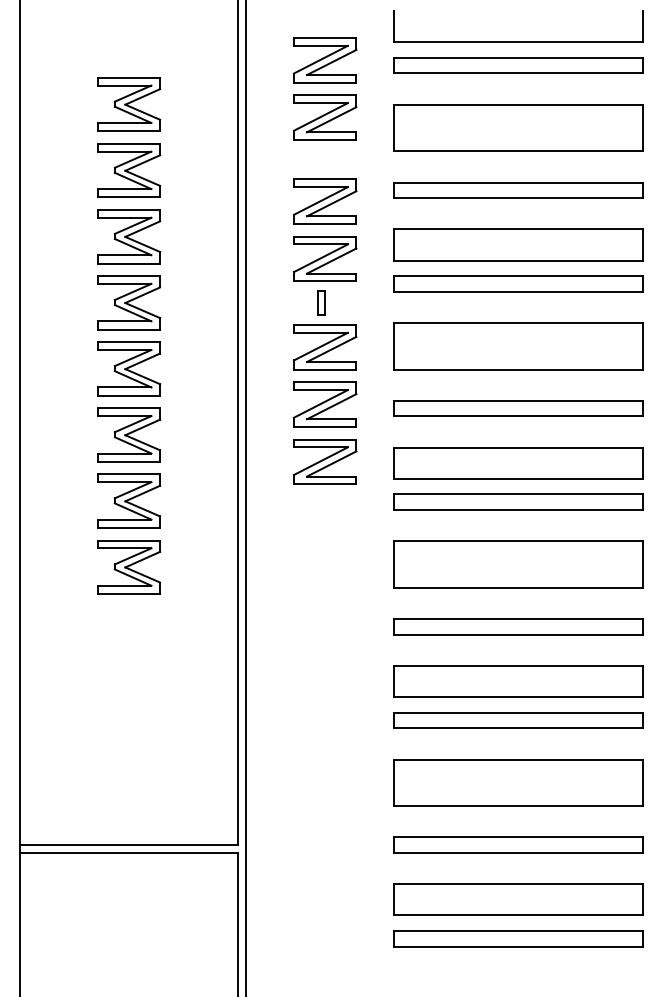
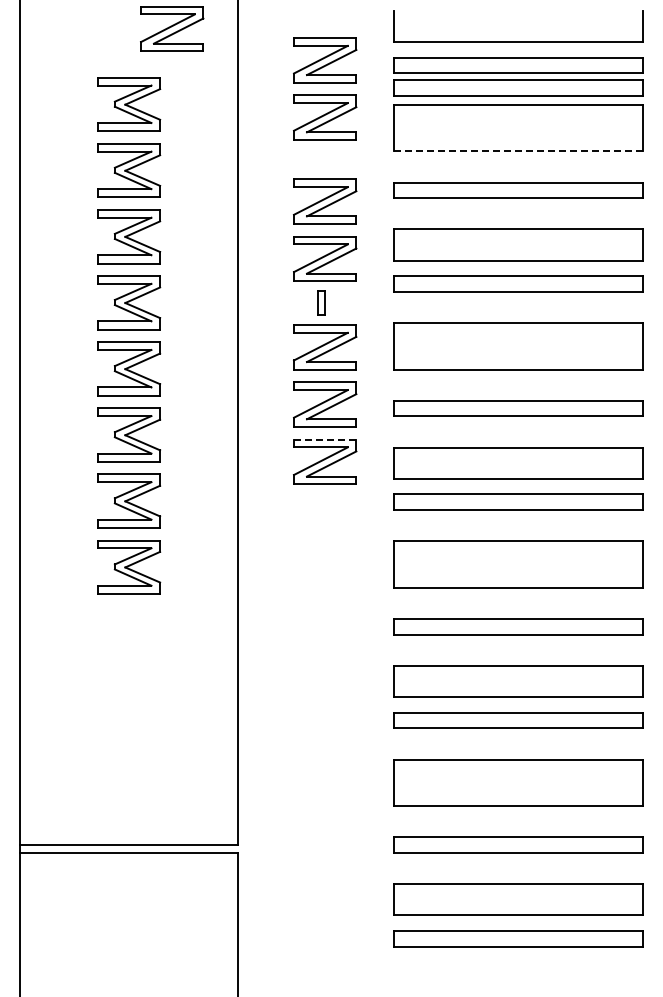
part at (172, 28): none -> present
part at (518, 87): none -> present
line at (518, 151): solid -> dashed
line at (324, 439): solid -> dashed
line at (245, 497): present -> none
